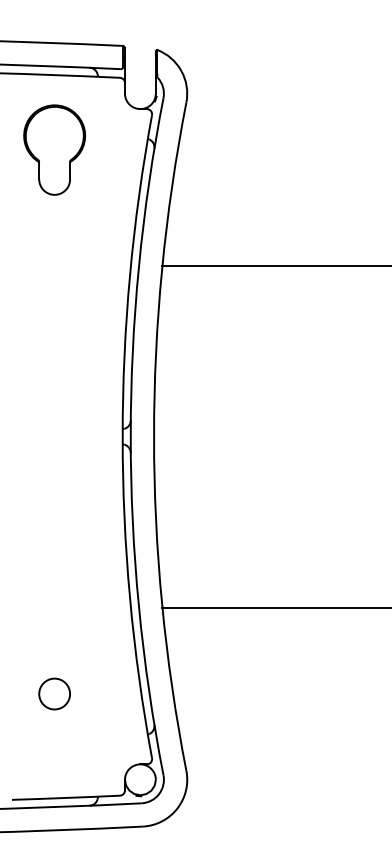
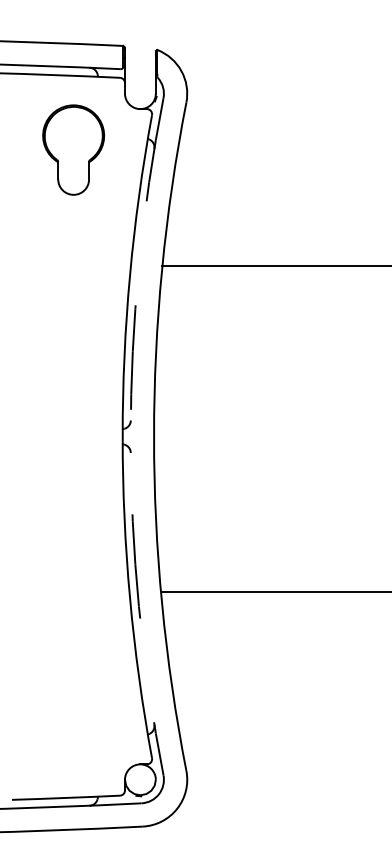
part at (54, 149) position: (54, 149) -> (73, 149)
arc at (130, 436): solid -> dashed
line at (275, 607) position: (275, 607) -> (275, 591)
circle at (54, 693): present -> none
